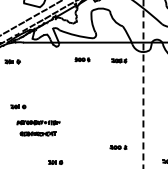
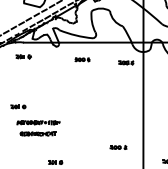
part at (119, 60) position: (119, 60) -> (126, 62)
part at (12, 61) position: (12, 61) -> (23, 56)
line at (143, 84): dashed -> solid
